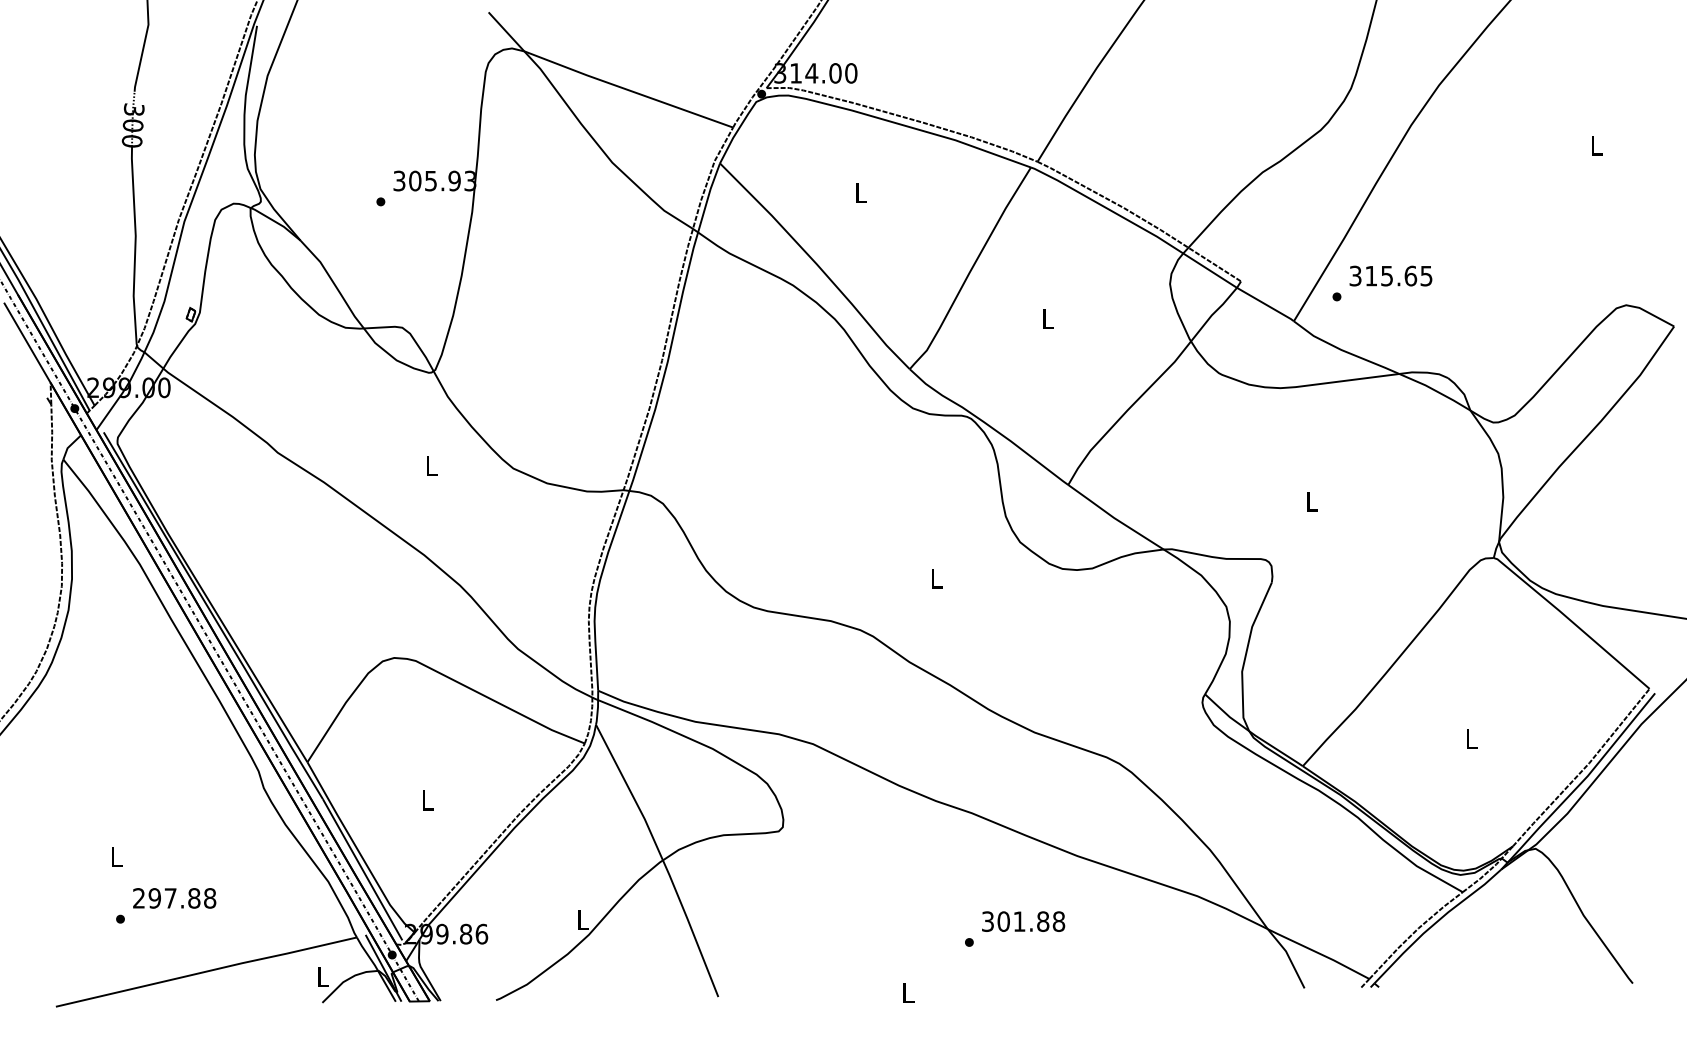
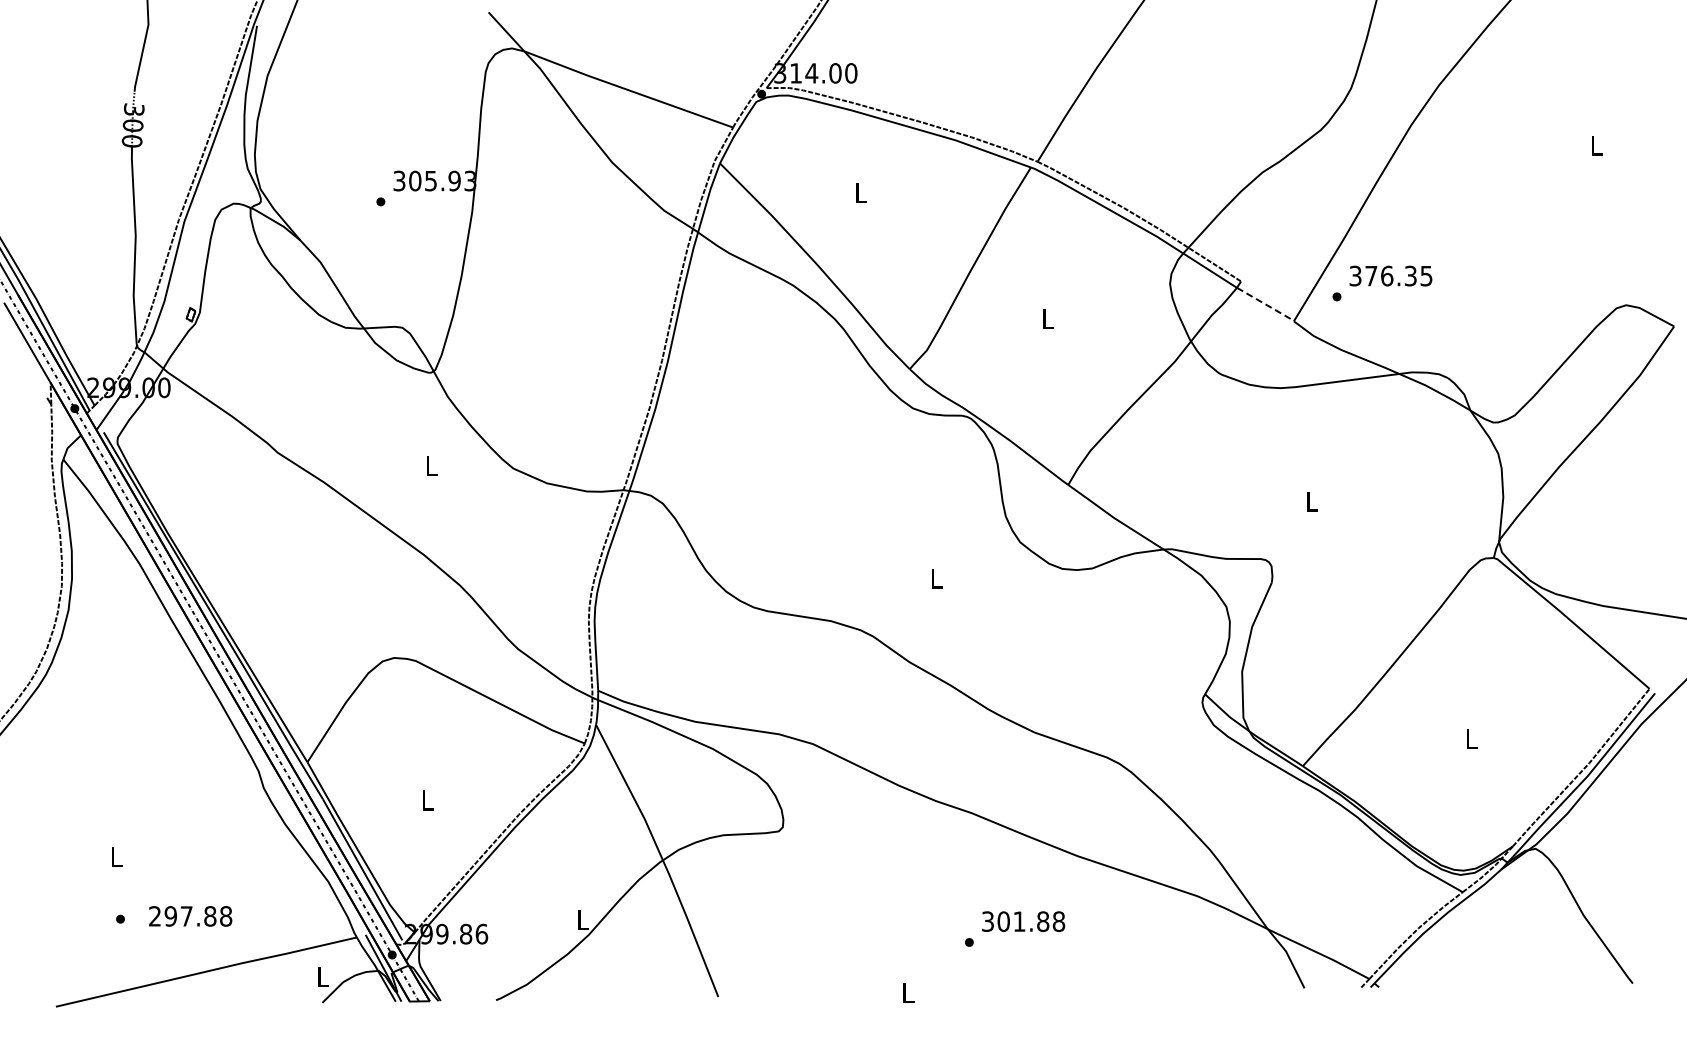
text at (1391, 275): 315.65 -> 376.35
line at (1266, 304): solid -> dashed
text at (174, 898) position: (174, 898) -> (190, 916)
